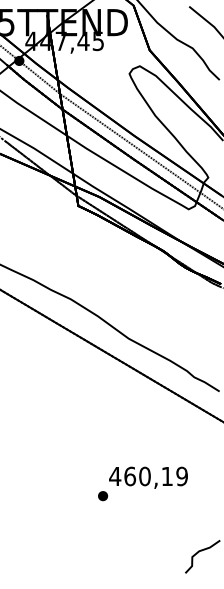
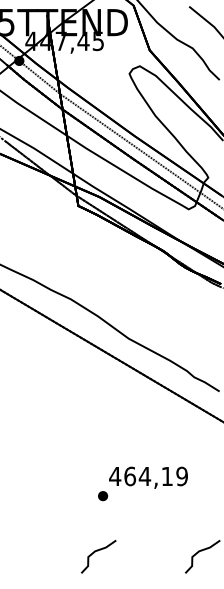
text at (144, 476): 460,19 -> 464,19
curve at (98, 551): none -> present
